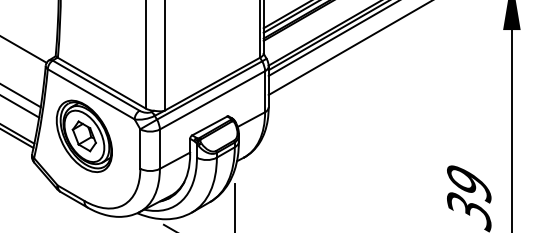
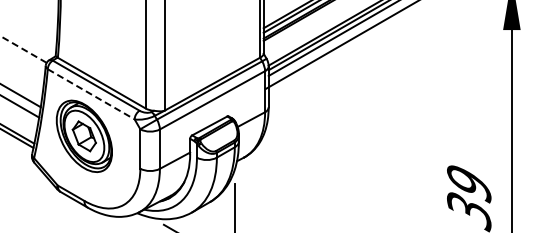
line at (348, 48) position: (348, 48) -> (340, 45)
line at (23, 49): solid -> dashed
line at (91, 94): solid -> dashed
